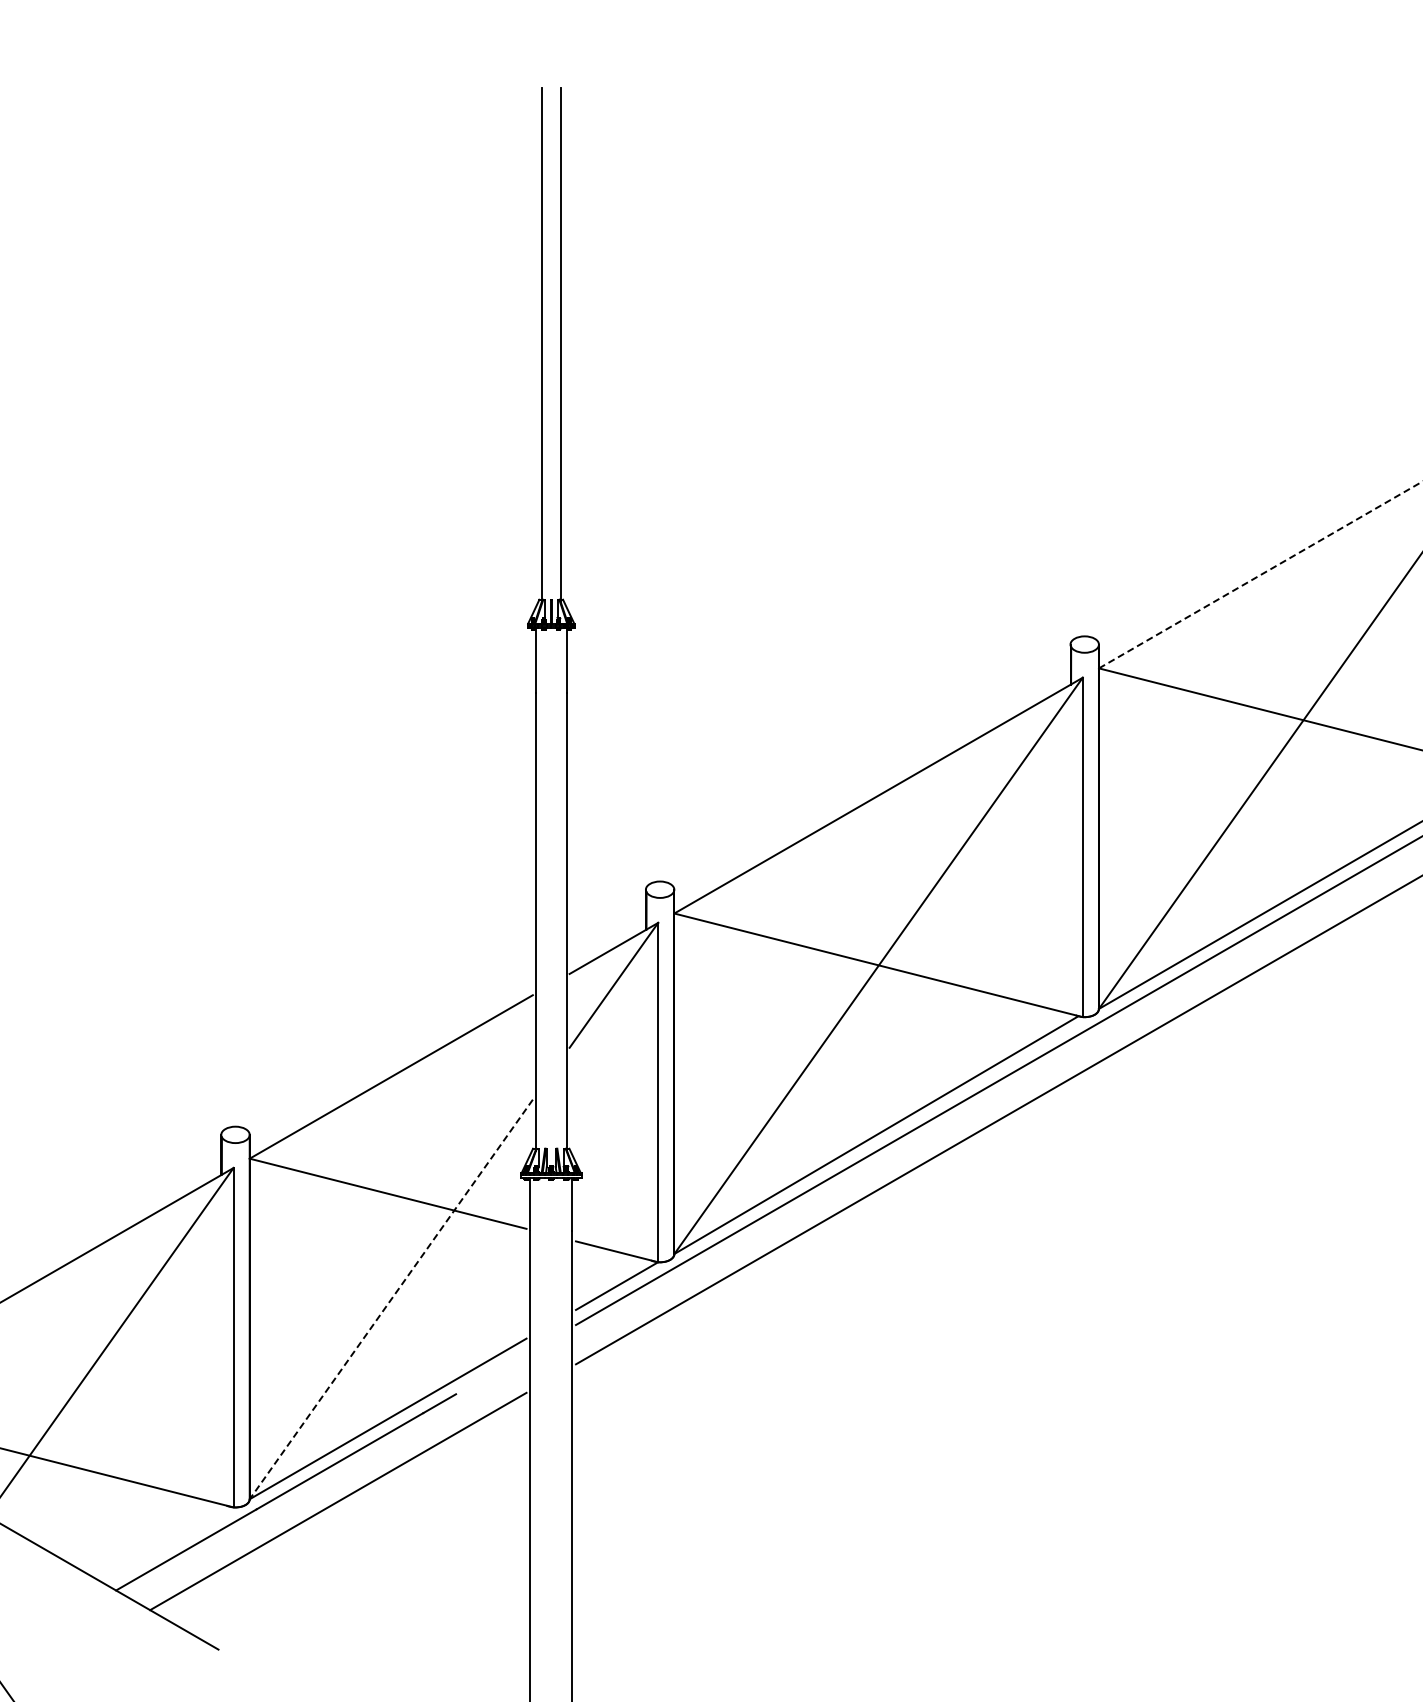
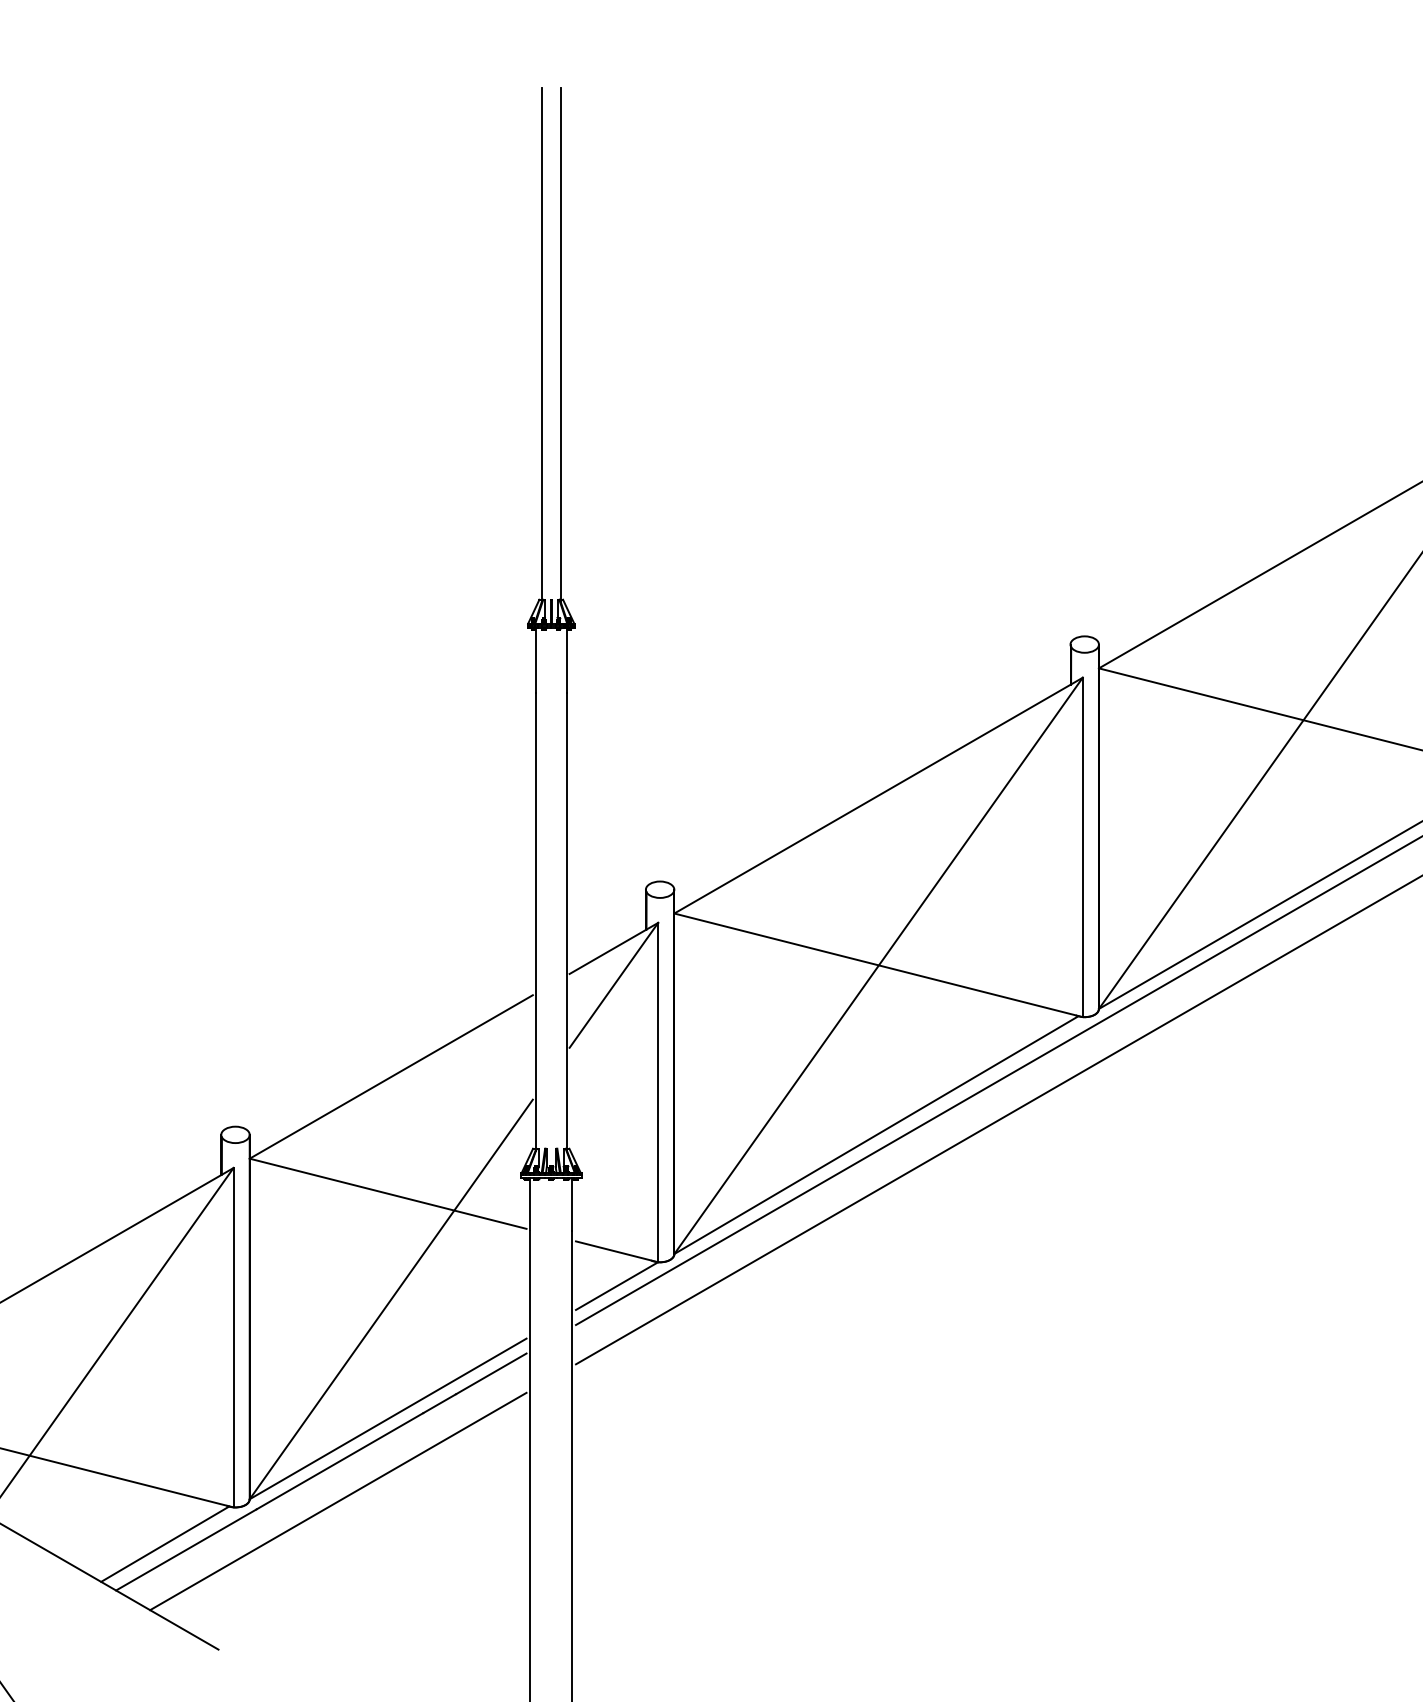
line at (1260, 574): dashed -> solid
line at (391, 1299): dashed -> solid
line at (491, 1373): none -> present
line at (165, 1543): none -> present
